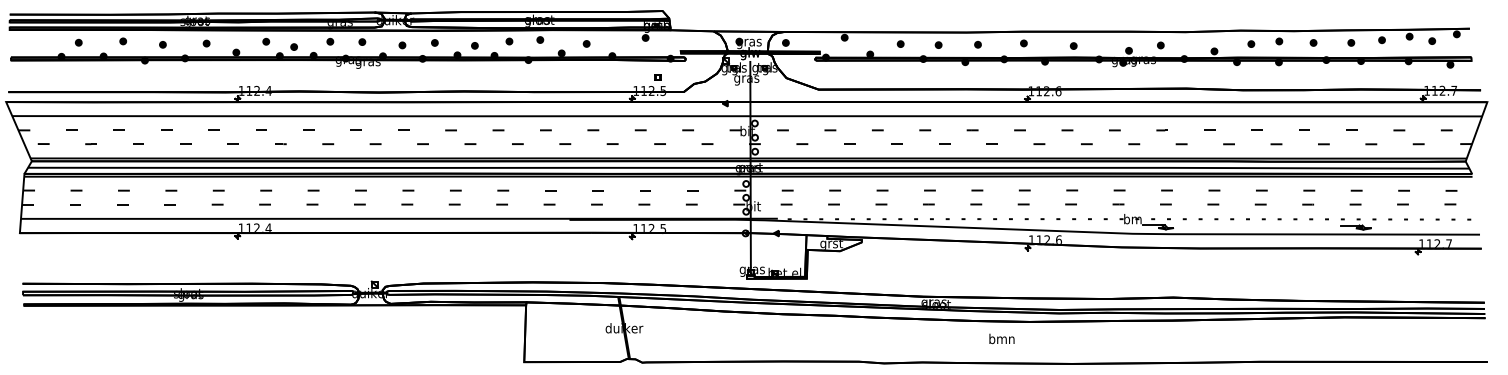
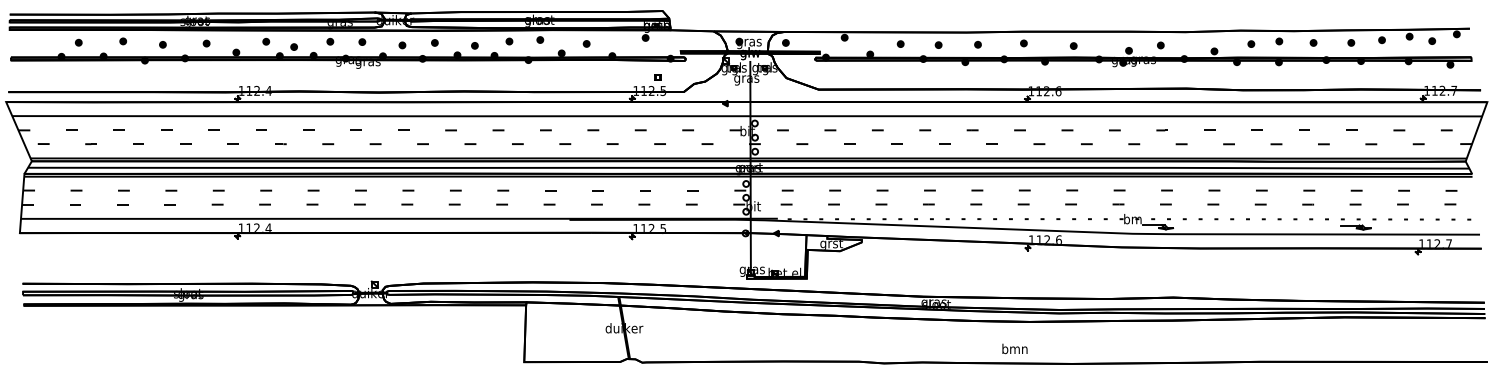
text at (1001, 338) position: (1001, 338) -> (1014, 348)
